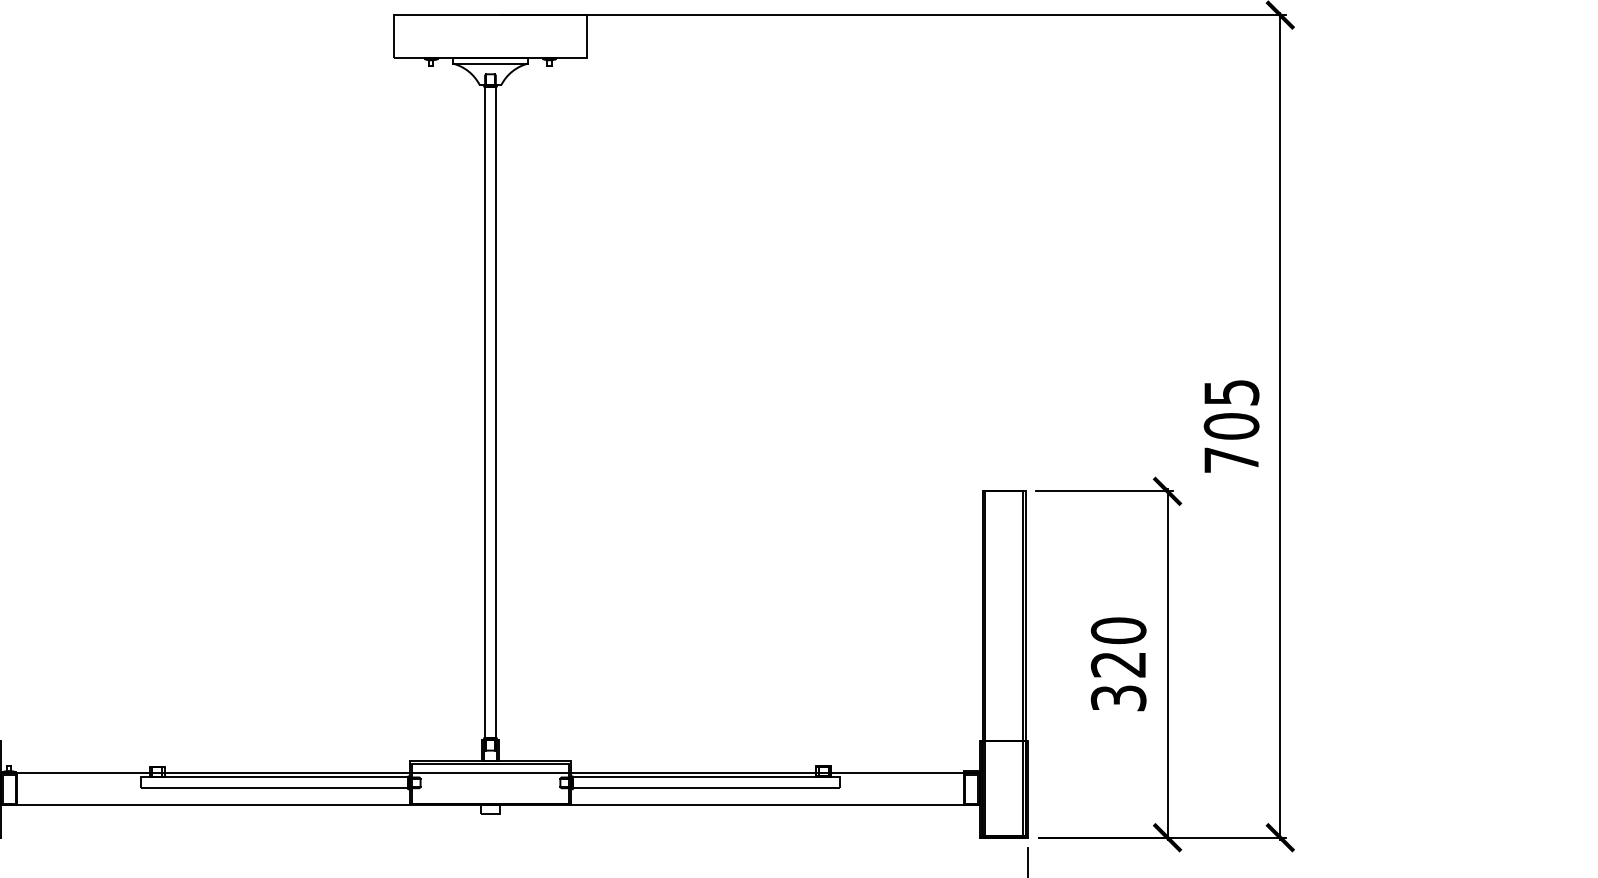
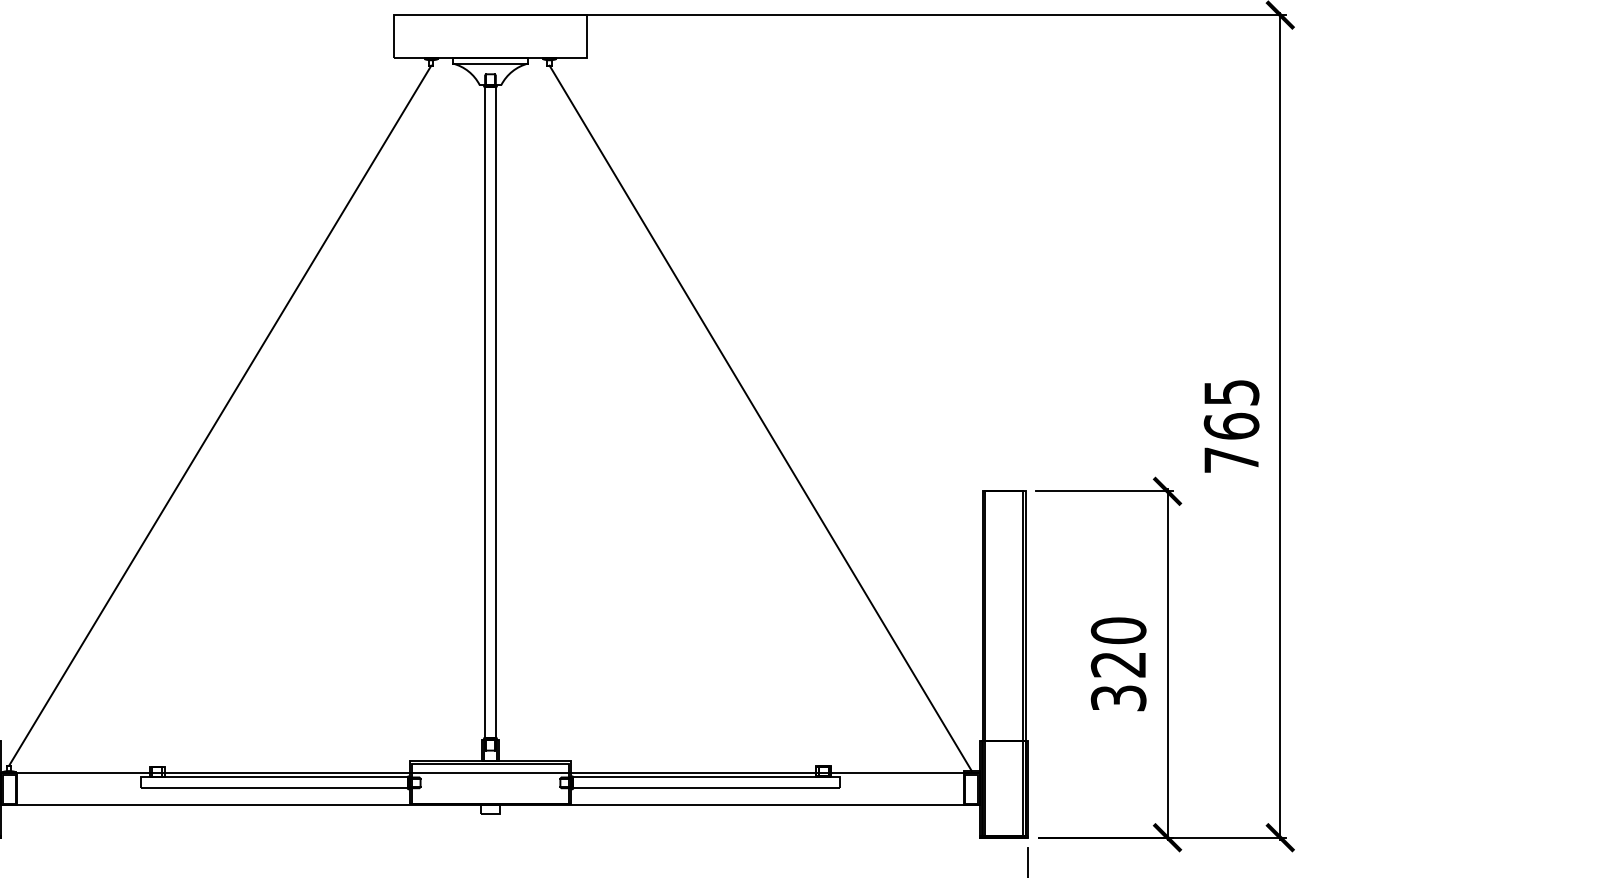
line at (220, 415): none -> present
line at (760, 418): none -> present
text at (1231, 425): 705 -> 765
